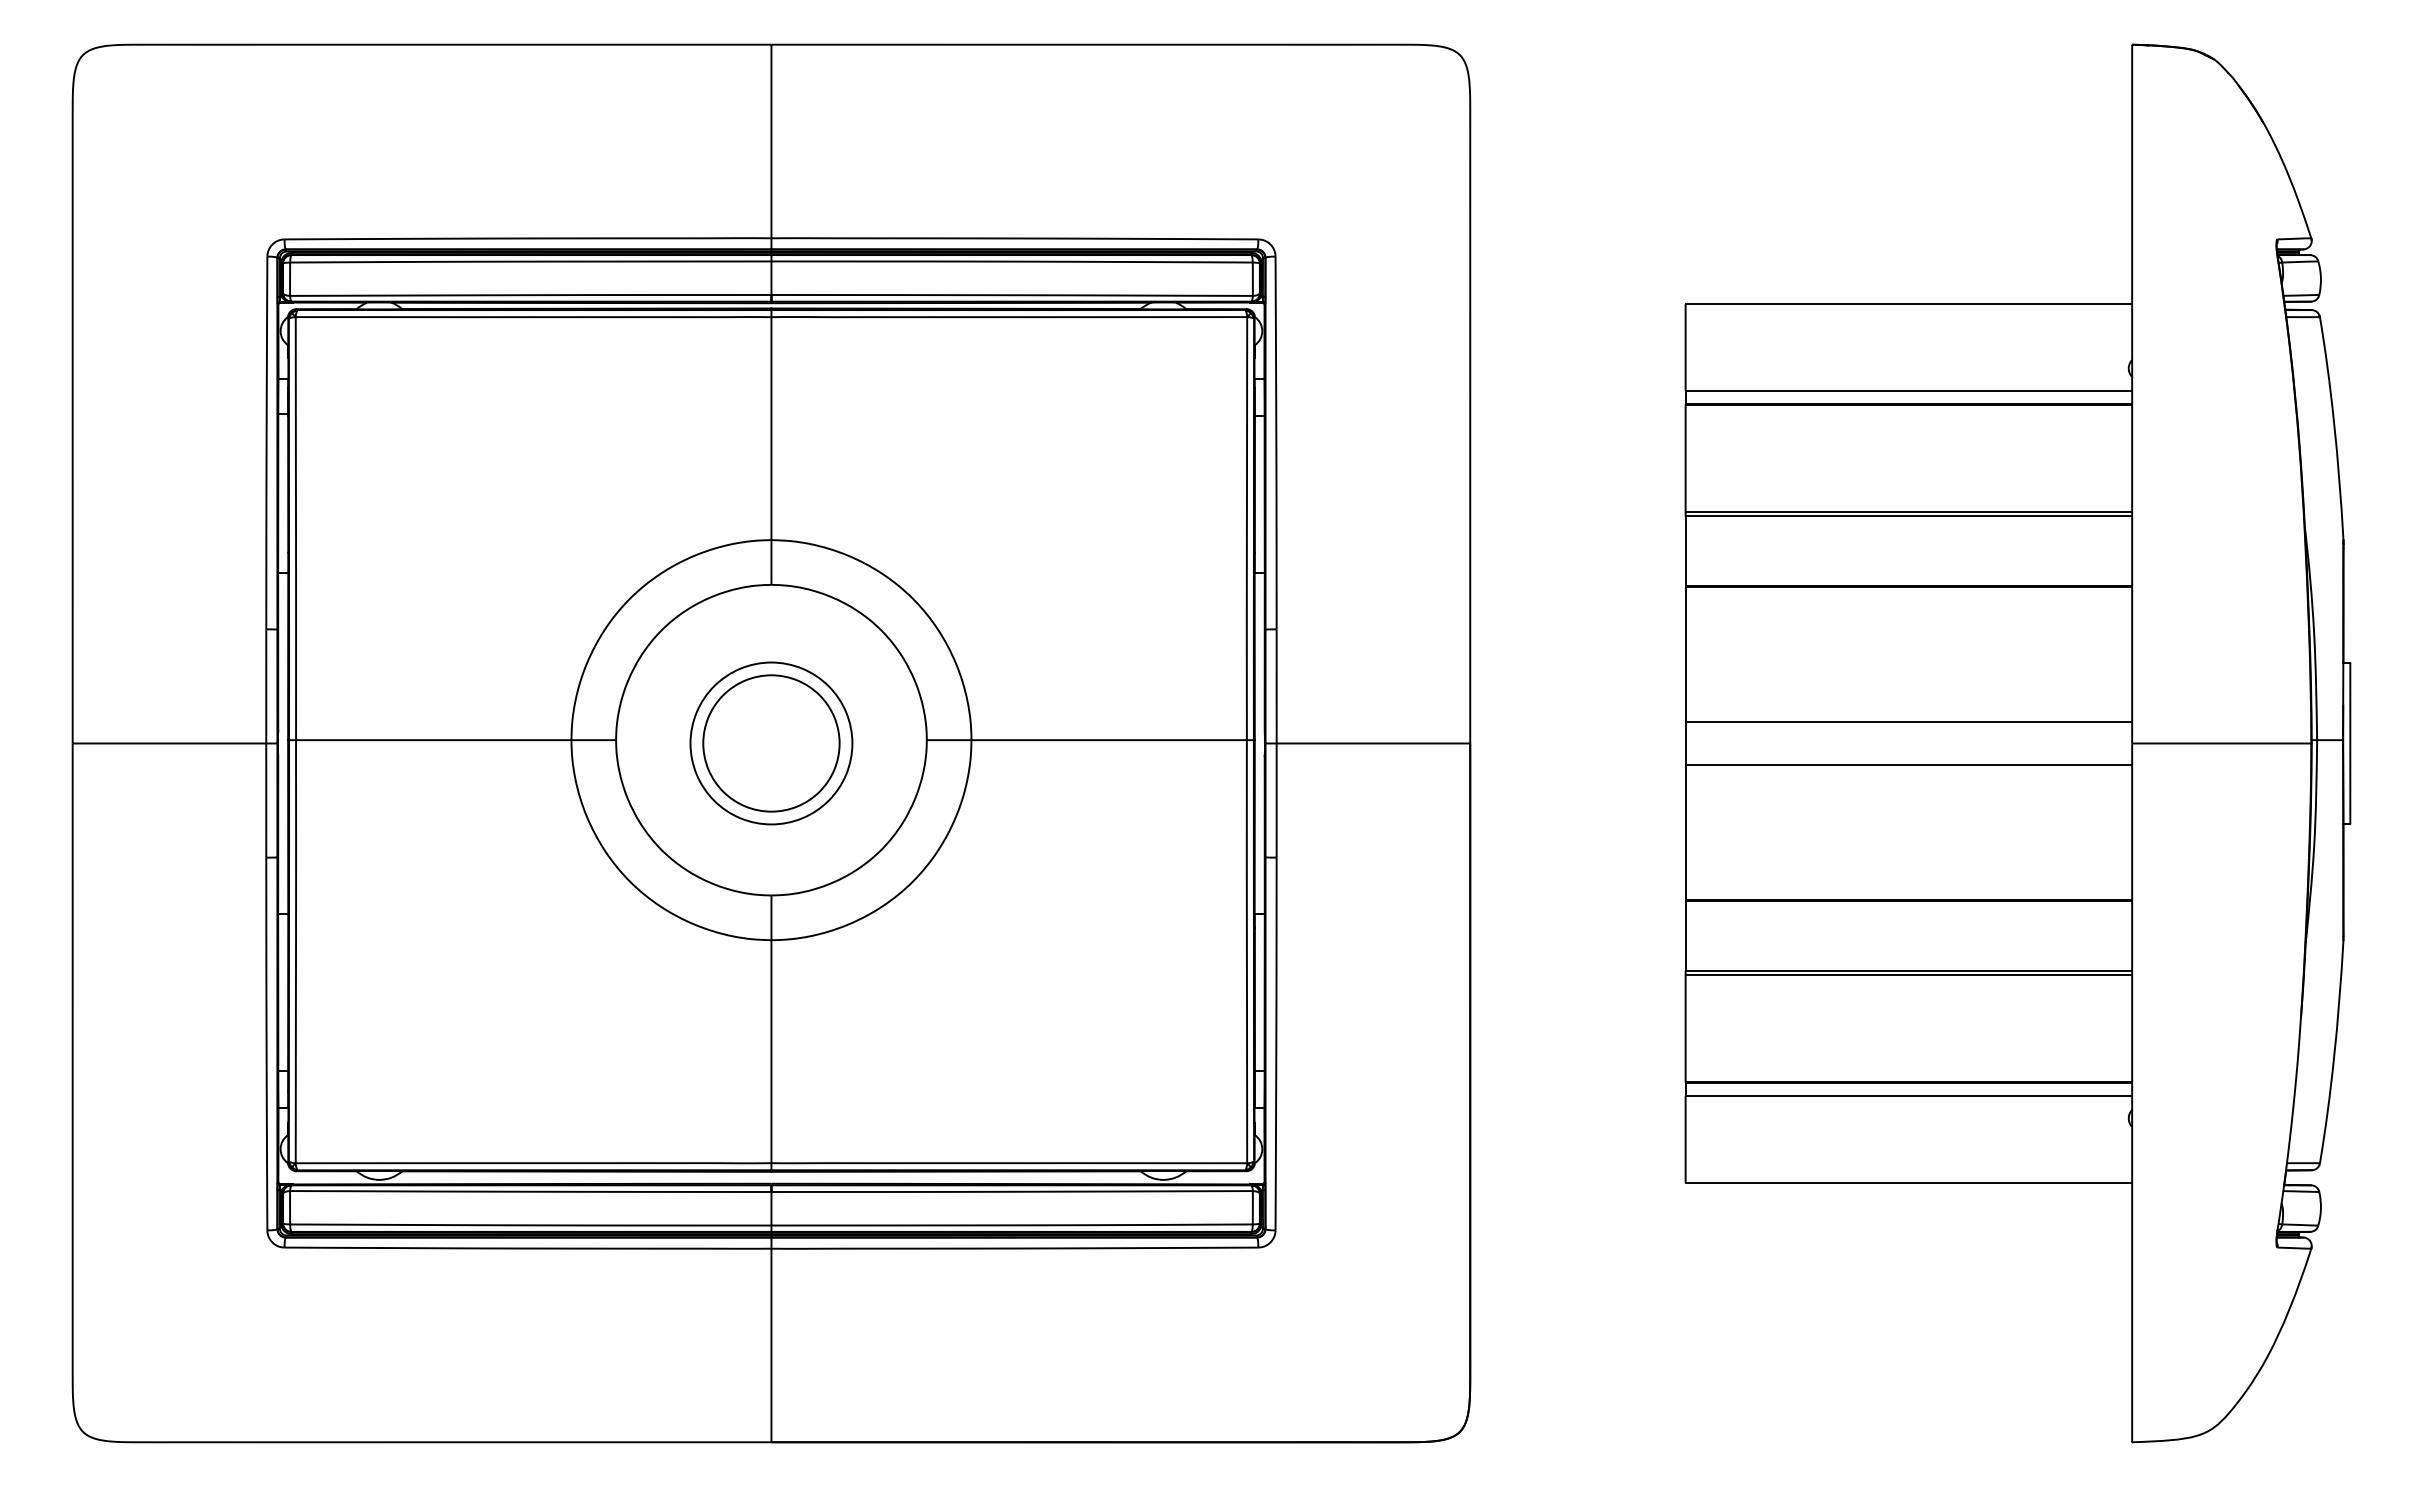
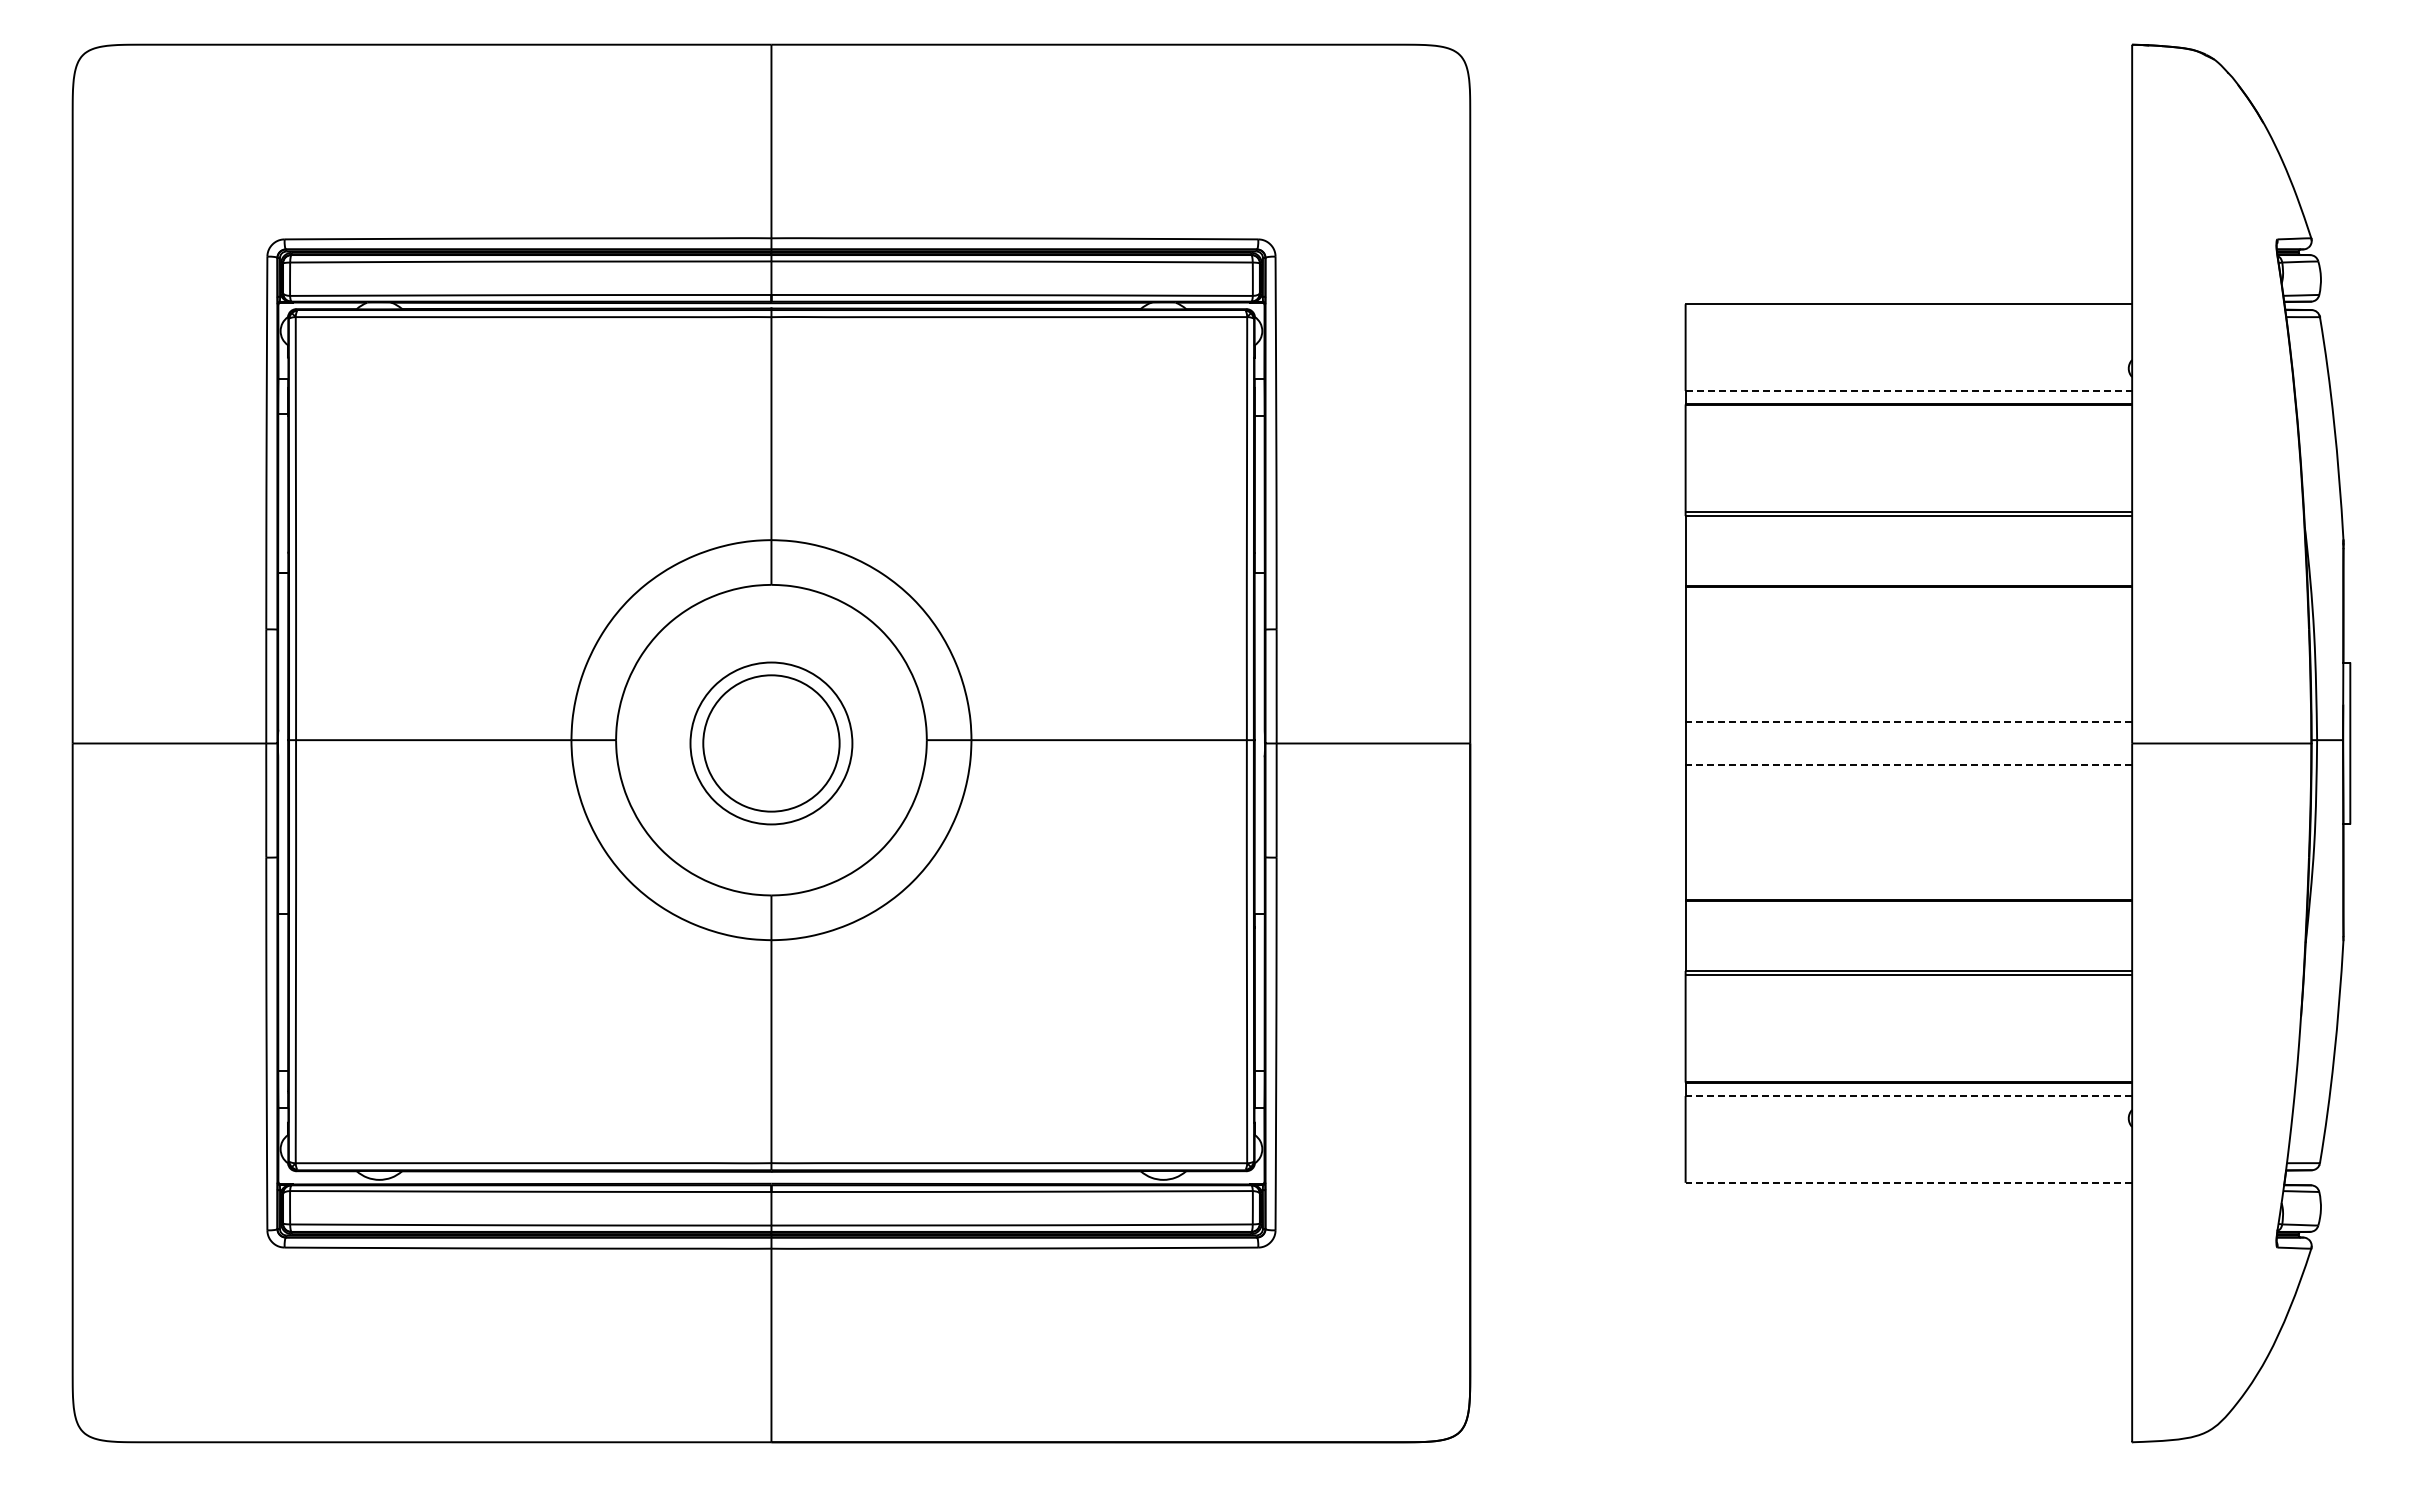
line at (1909, 390): solid -> dashed
line at (1908, 721): solid -> dashed
line at (1908, 765): solid -> dashed
line at (1908, 1096): solid -> dashed
line at (1908, 1182): solid -> dashed
